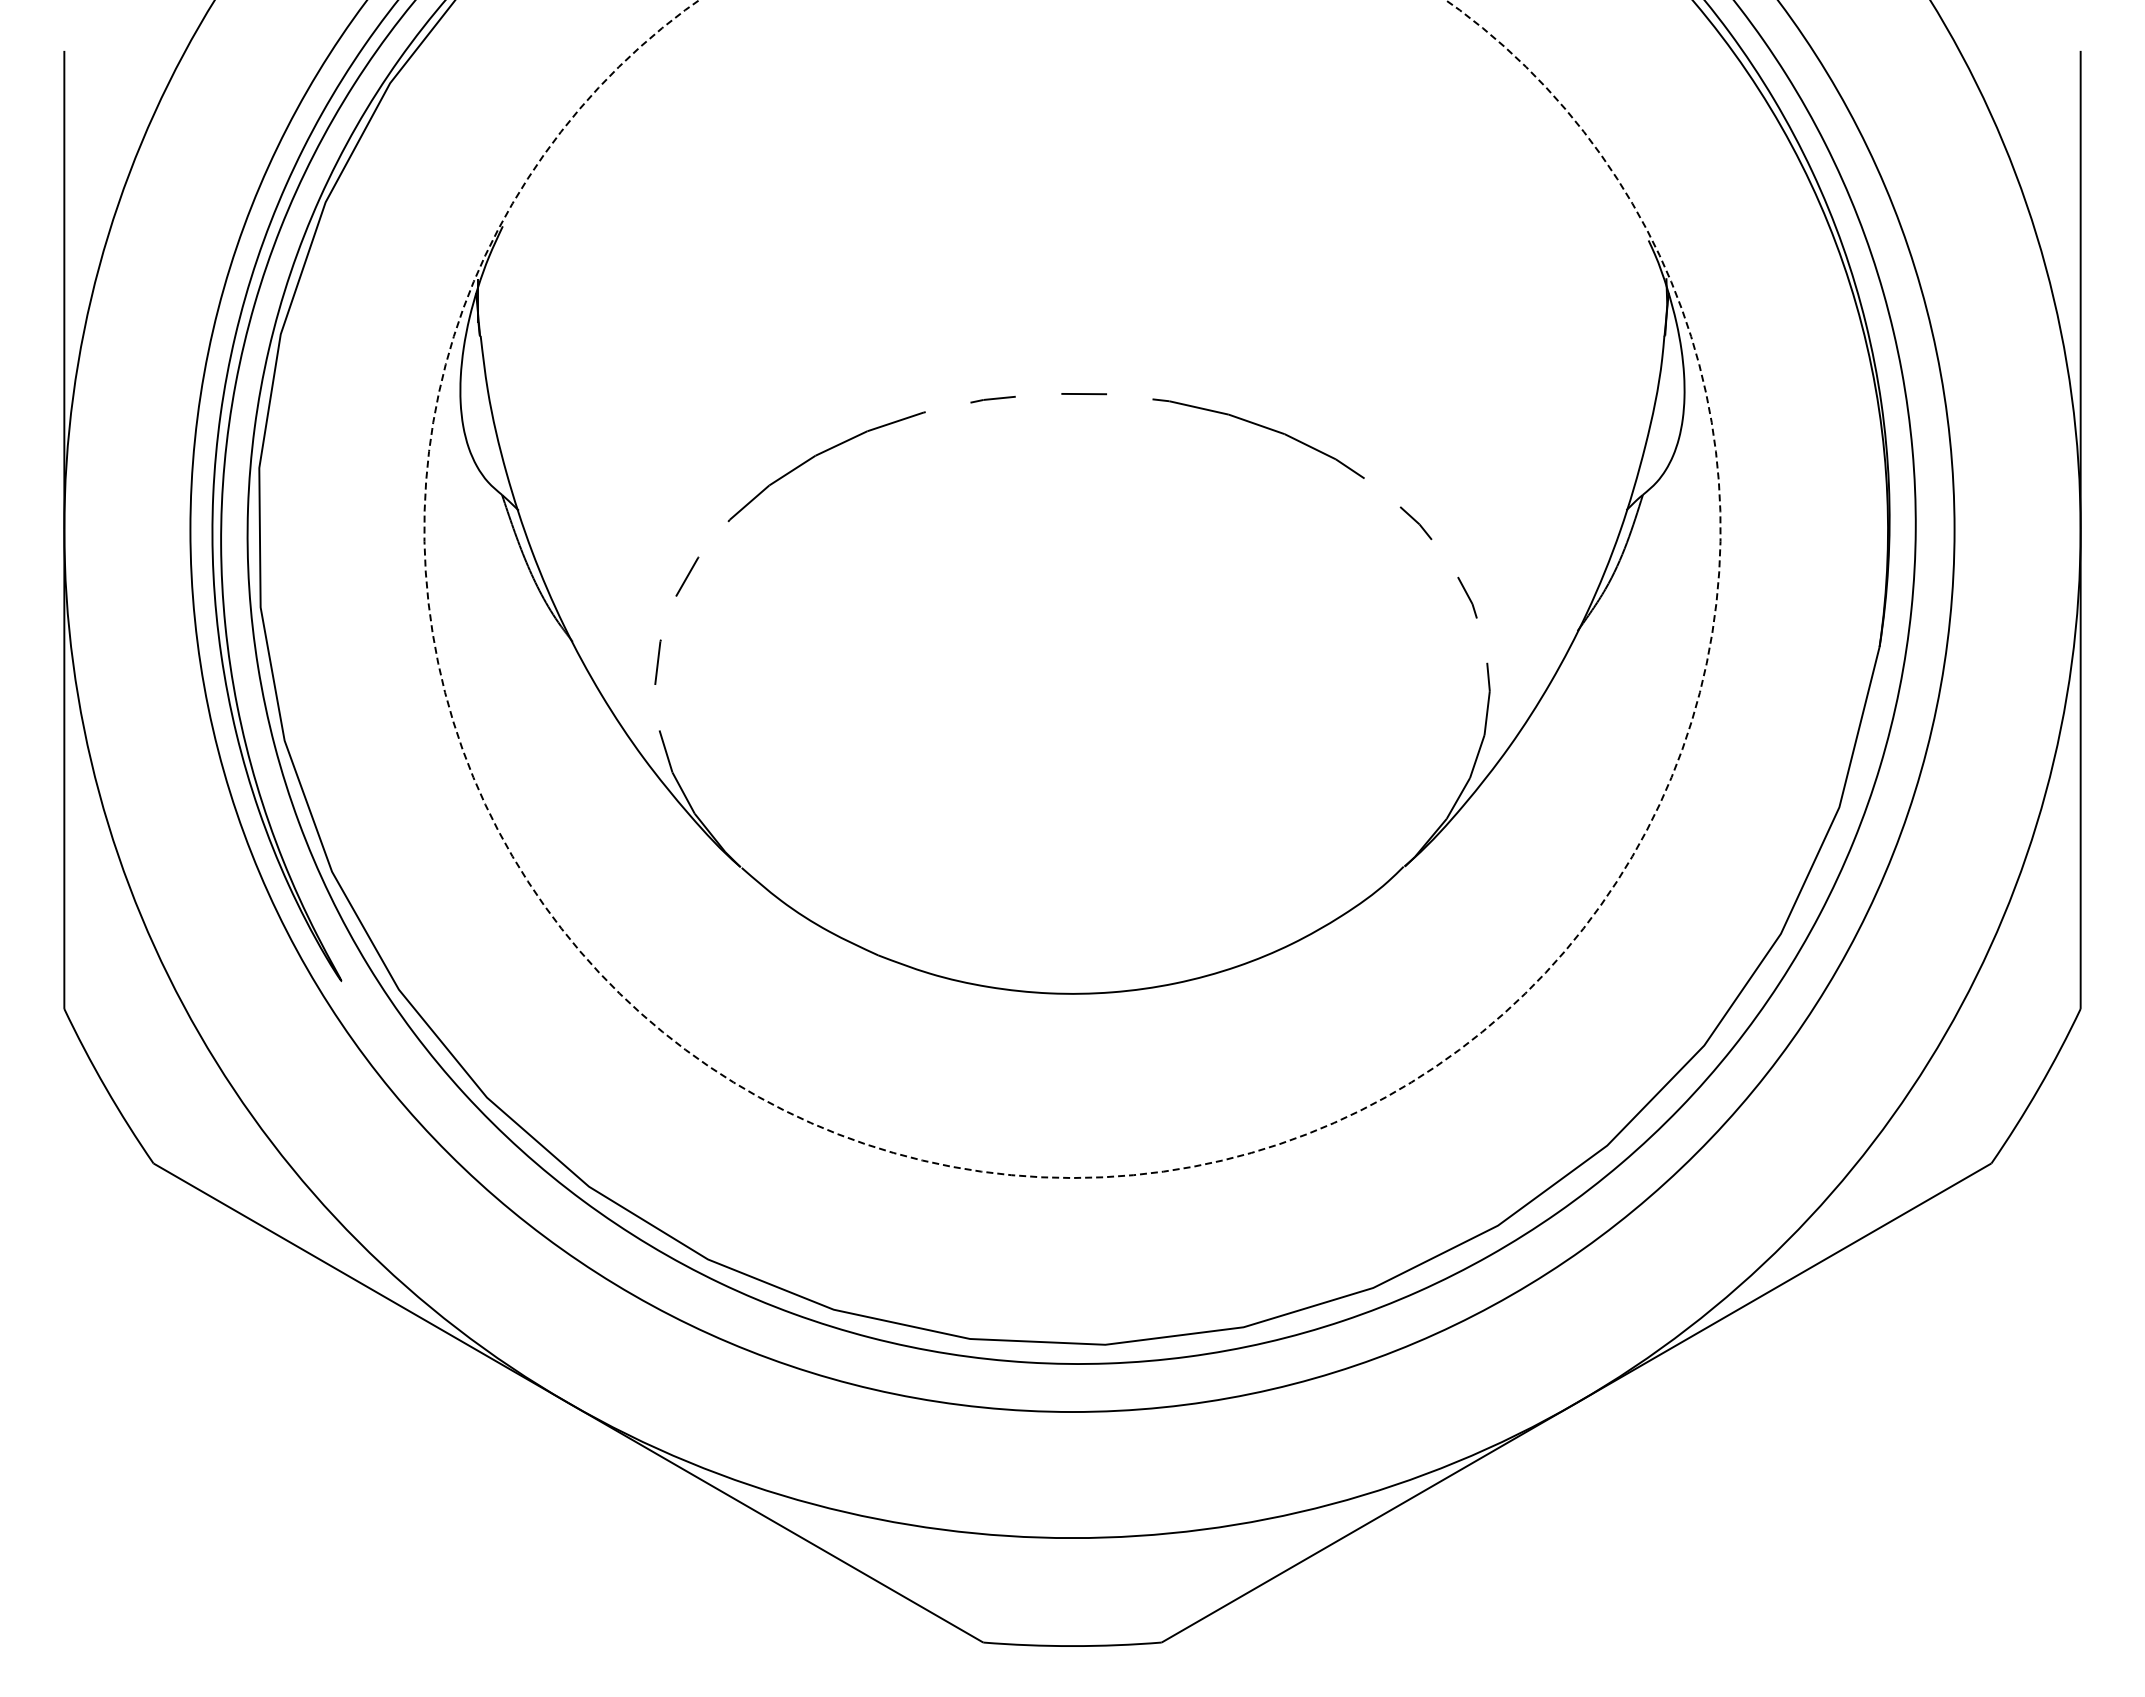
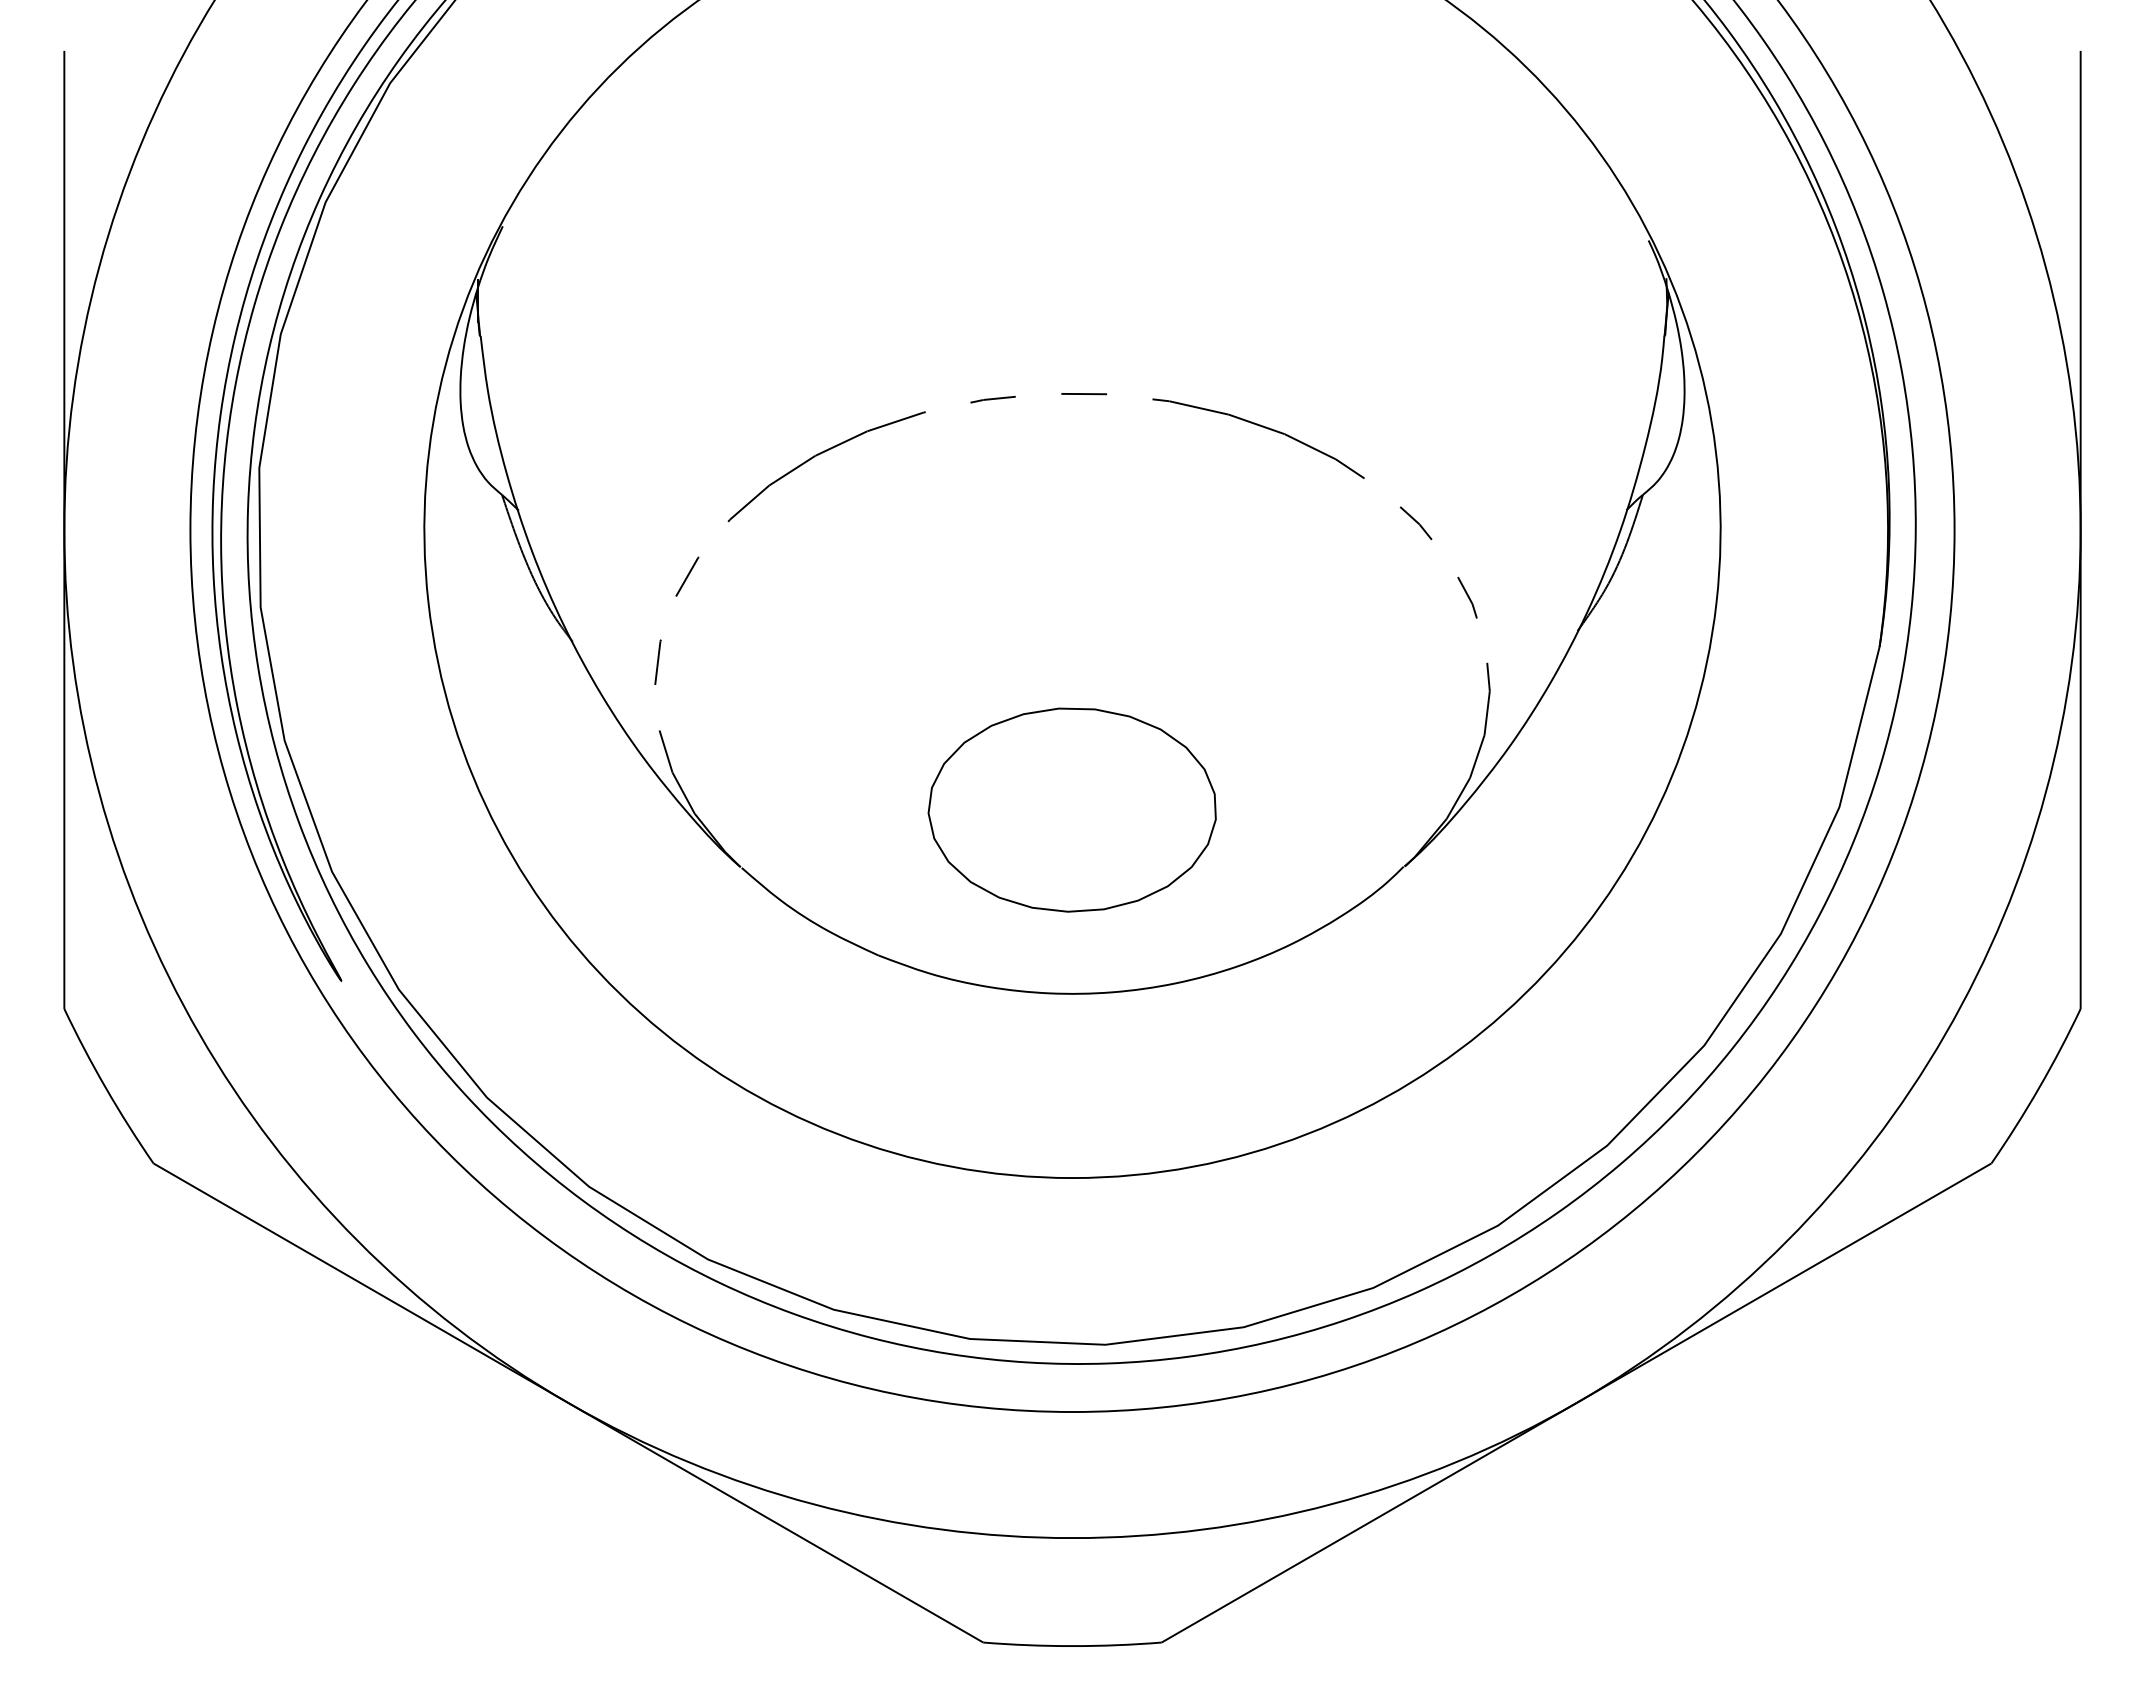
part at (1071, 809): none -> present
arc at (1072, 1178): dashed -> solid
